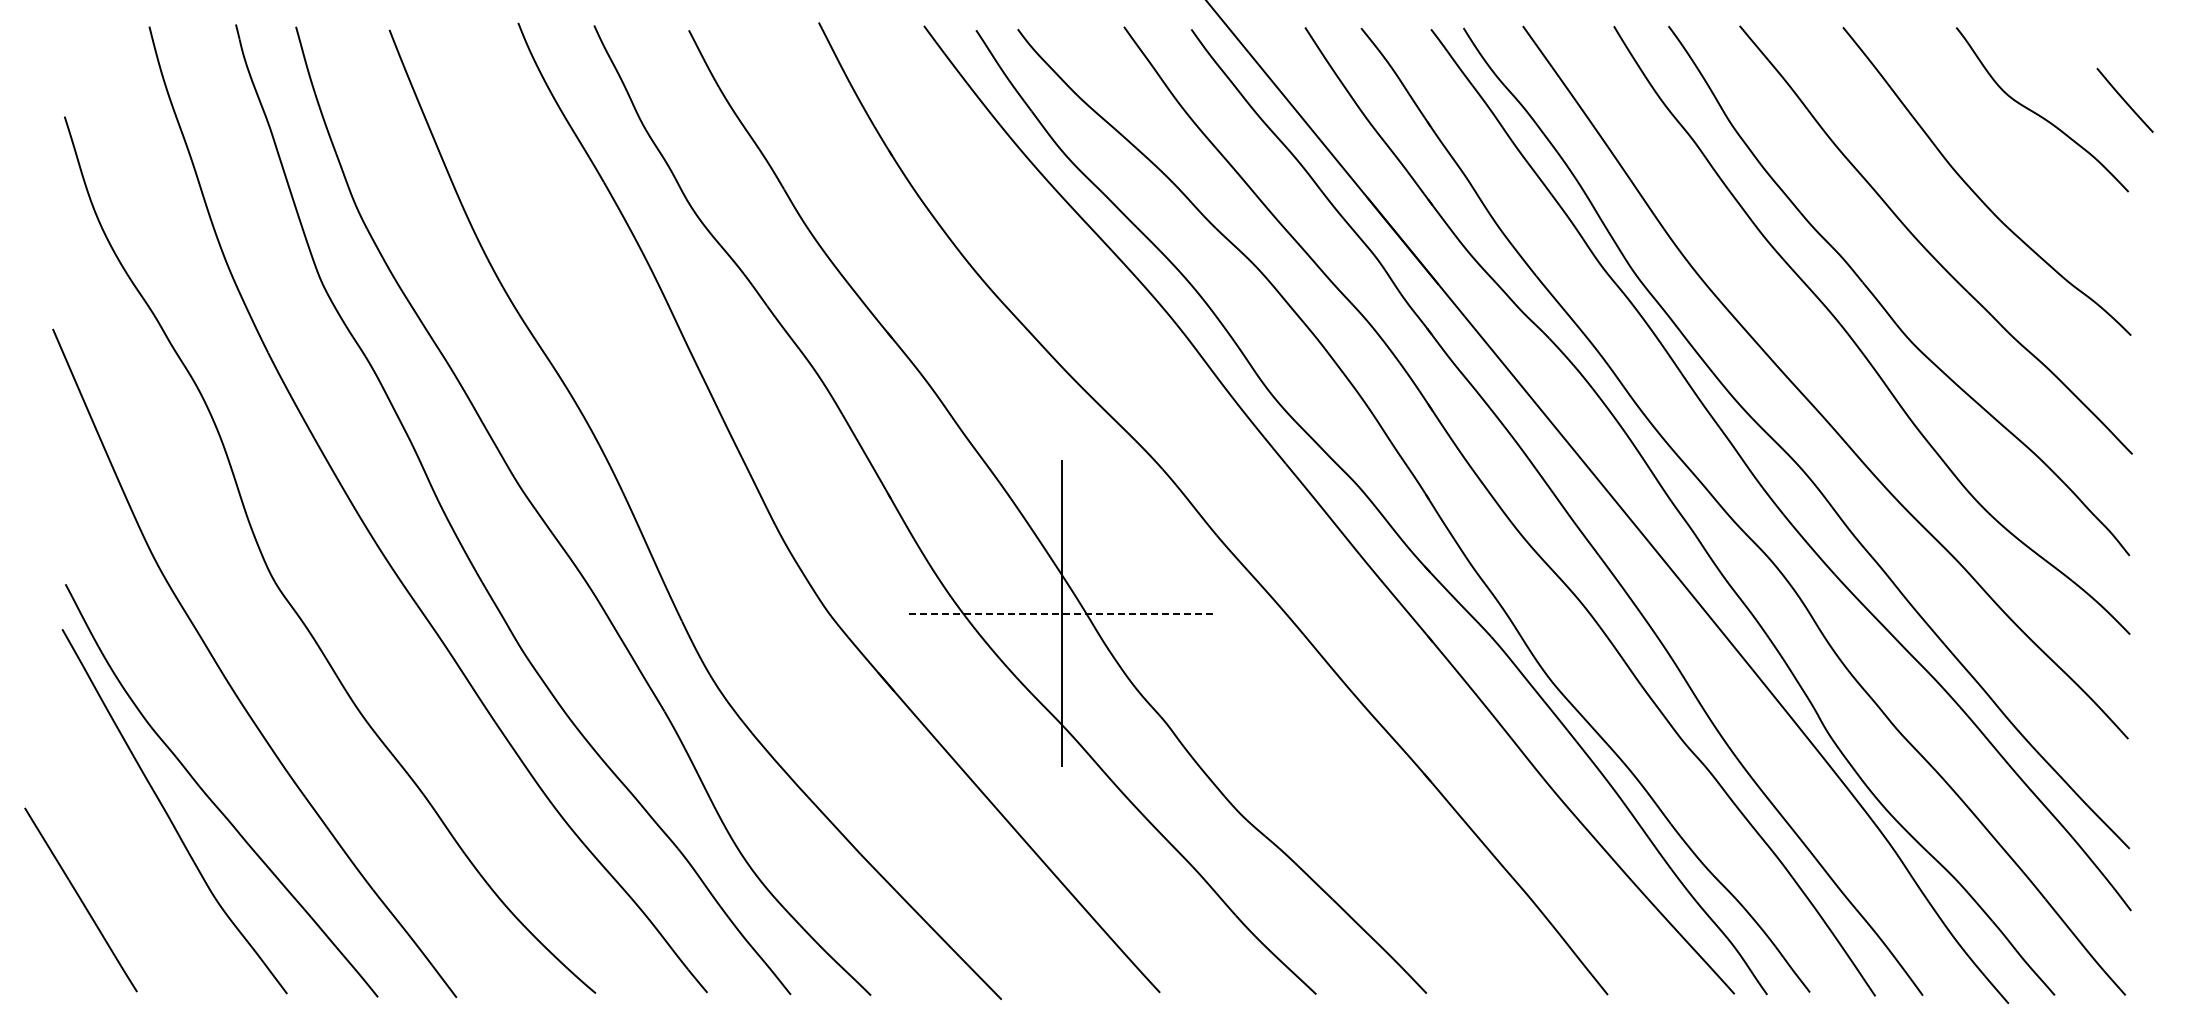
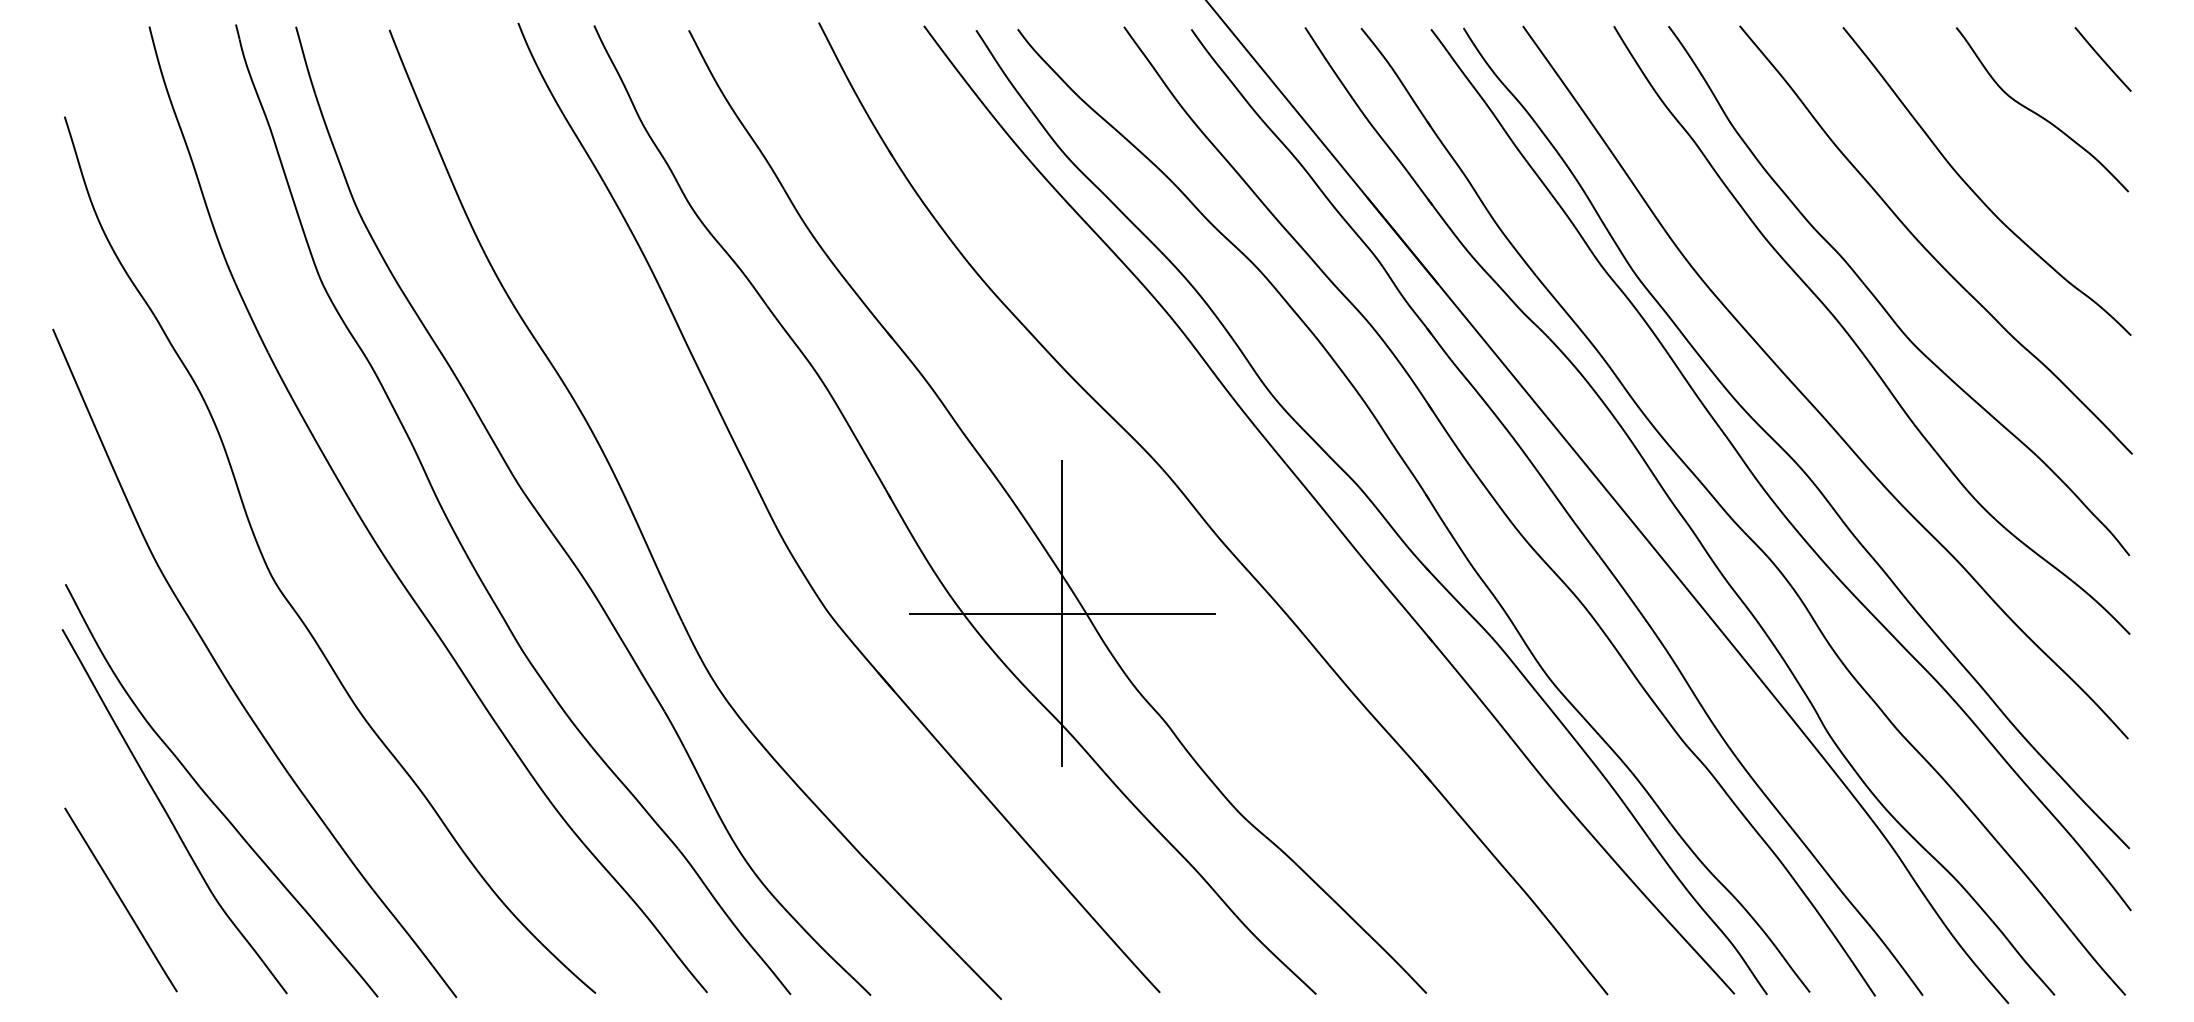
line at (2124, 100) position: (2124, 100) -> (2102, 59)
line at (1062, 613): dashed -> solid
line at (80, 899) position: (80, 899) -> (120, 899)
